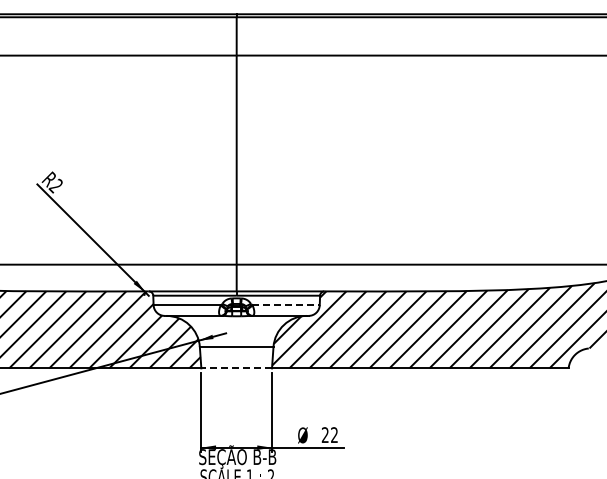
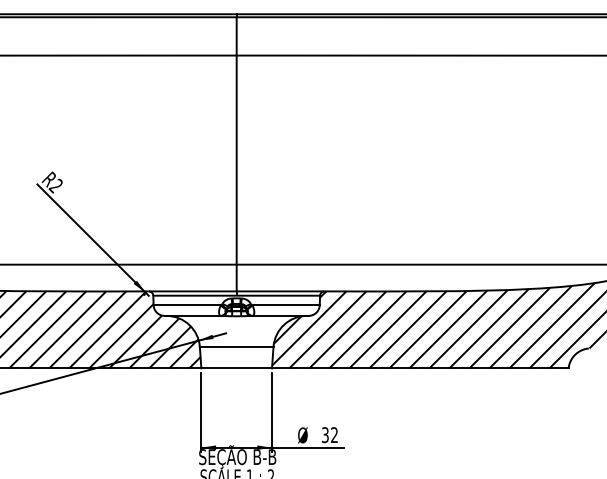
line at (286, 305): dashed -> solid
line at (236, 368): dashed -> solid
text at (325, 435): 22 -> 32
